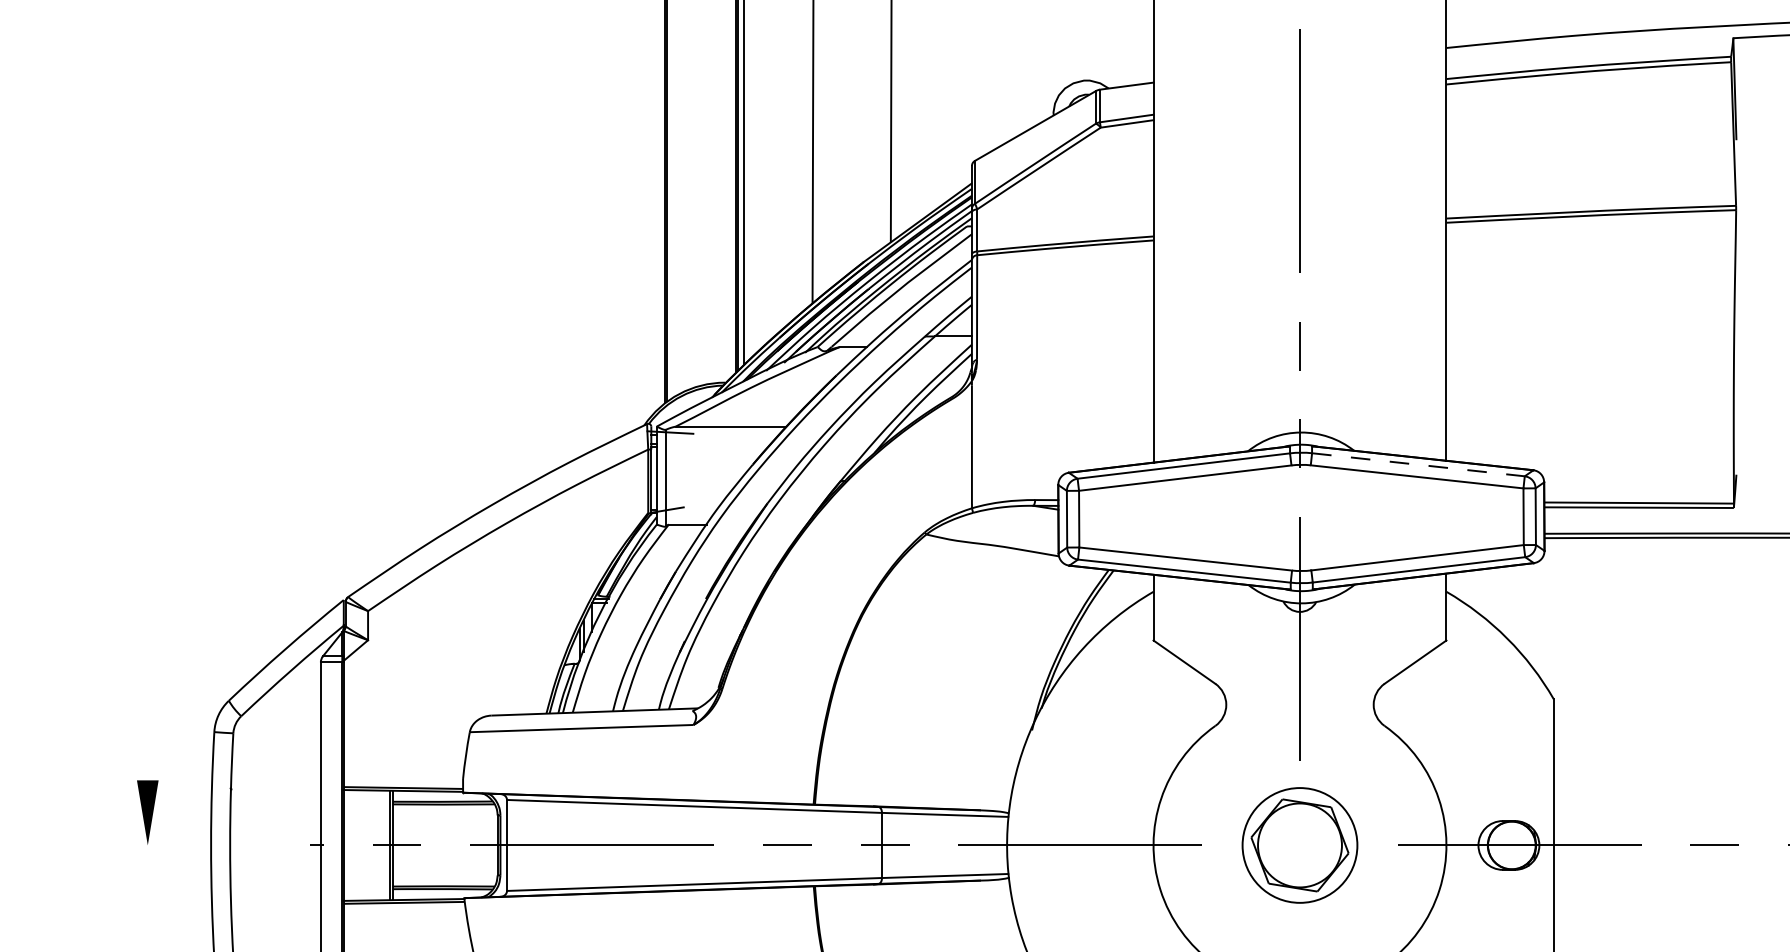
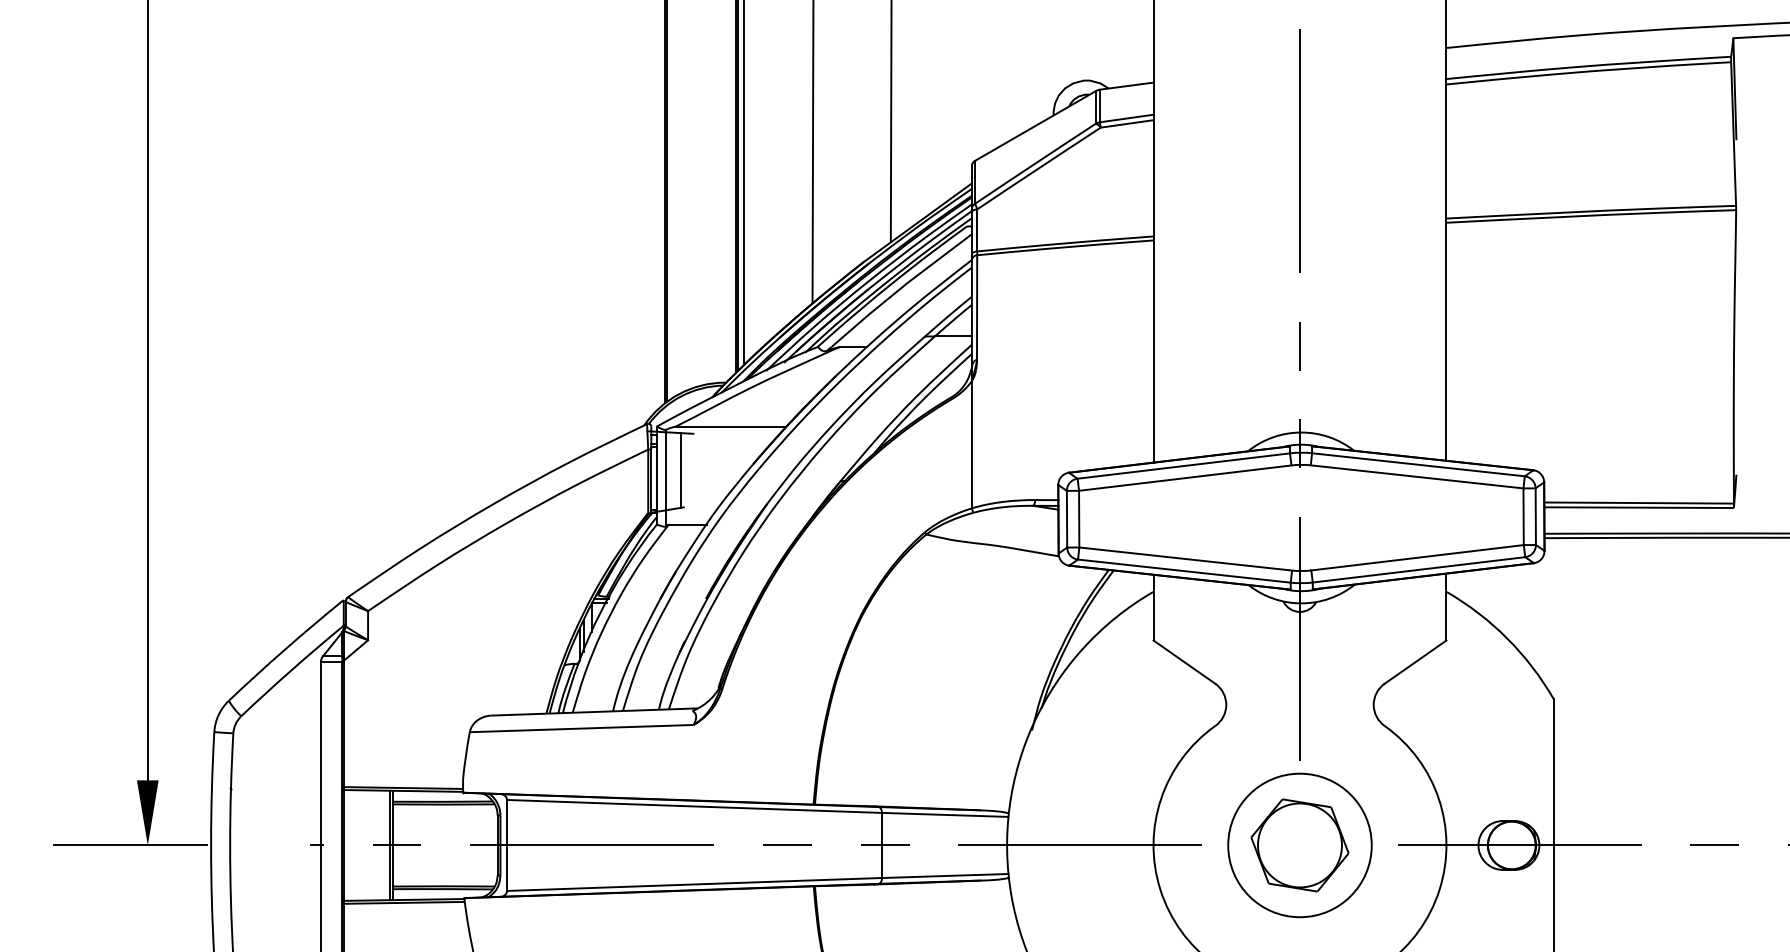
line at (147, 391): none -> present
line at (1418, 464): dashed -> solid
line at (680, 470): none -> present
line at (129, 845): none -> present
circle at (1299, 845) diameter: 115 px -> 144 px
